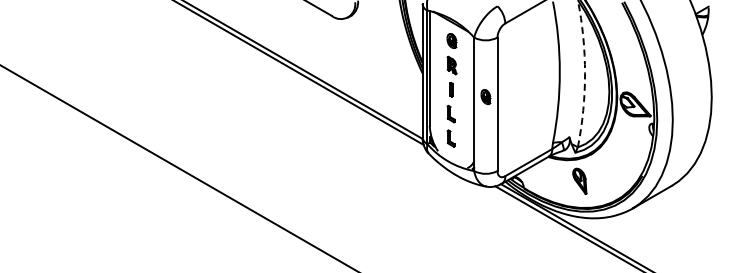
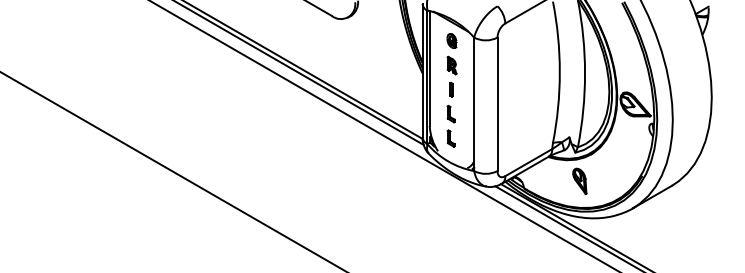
arc at (585, 73): dashed -> solid
part at (485, 96): present -> none
line at (383, 135): none -> present
line at (178, 167) position: (178, 167) -> (172, 170)
